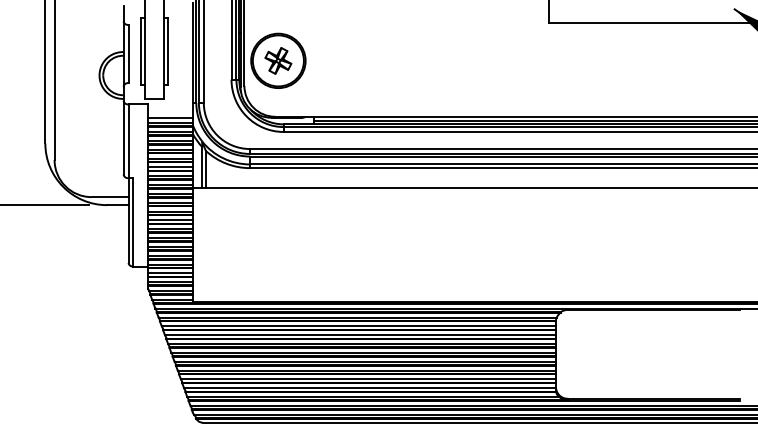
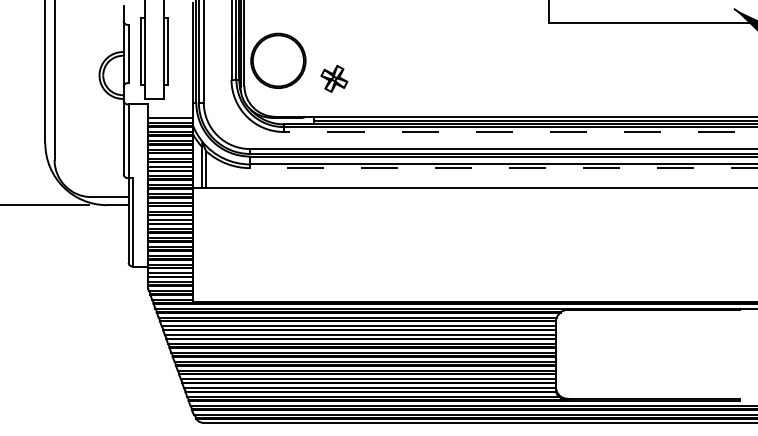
part at (278, 60) position: (278, 60) -> (334, 78)
line at (520, 131): solid -> dashed
line at (503, 168): solid -> dashed
